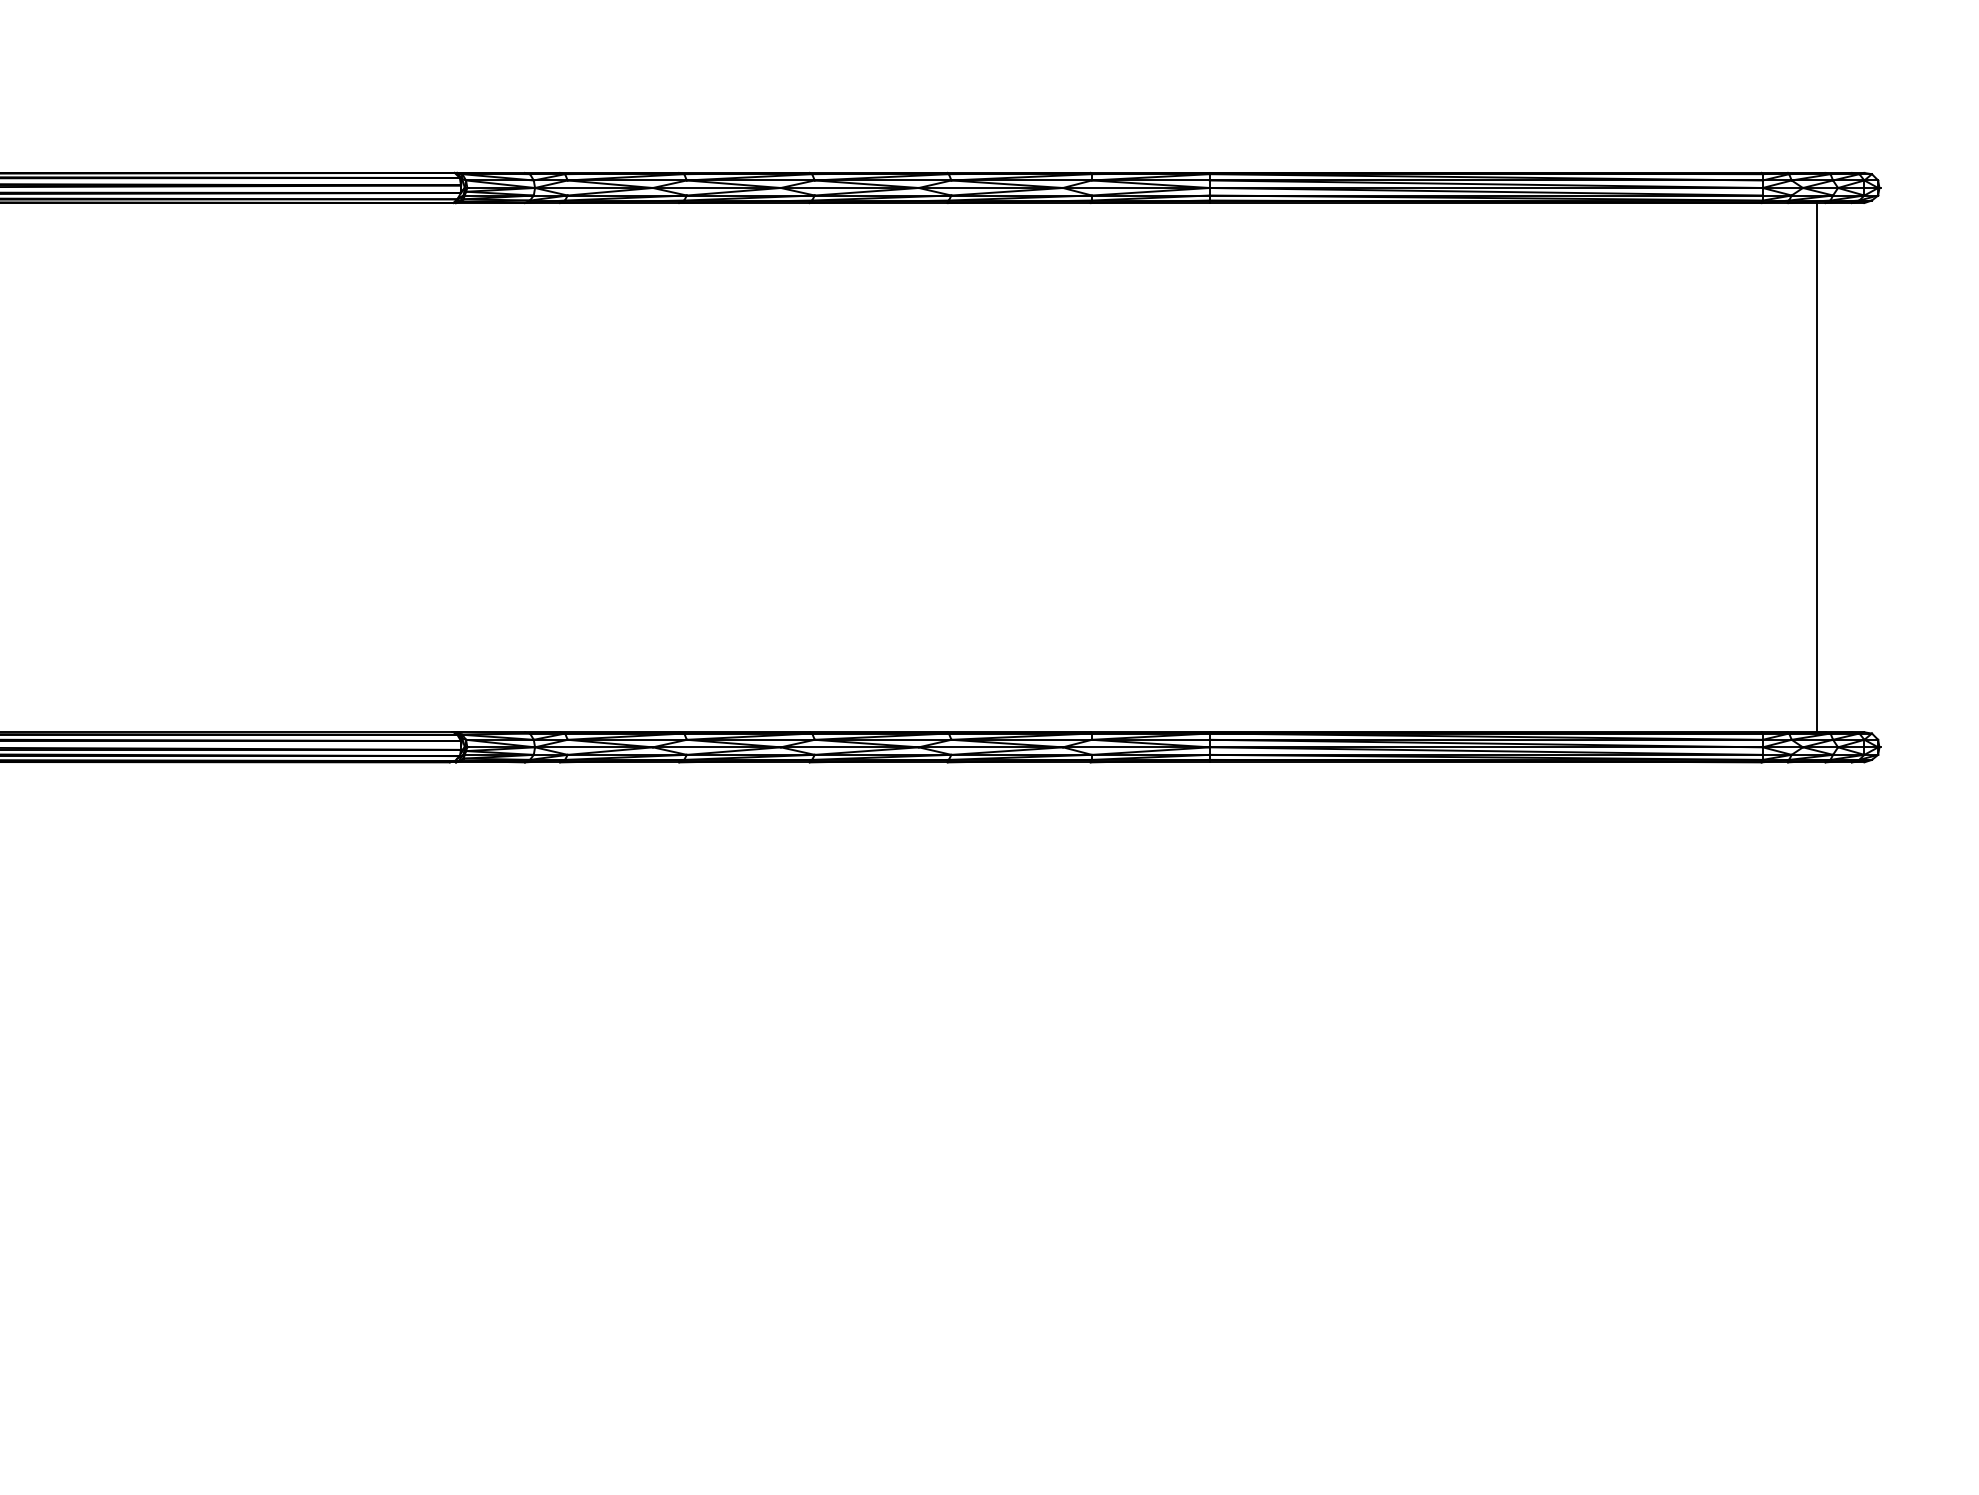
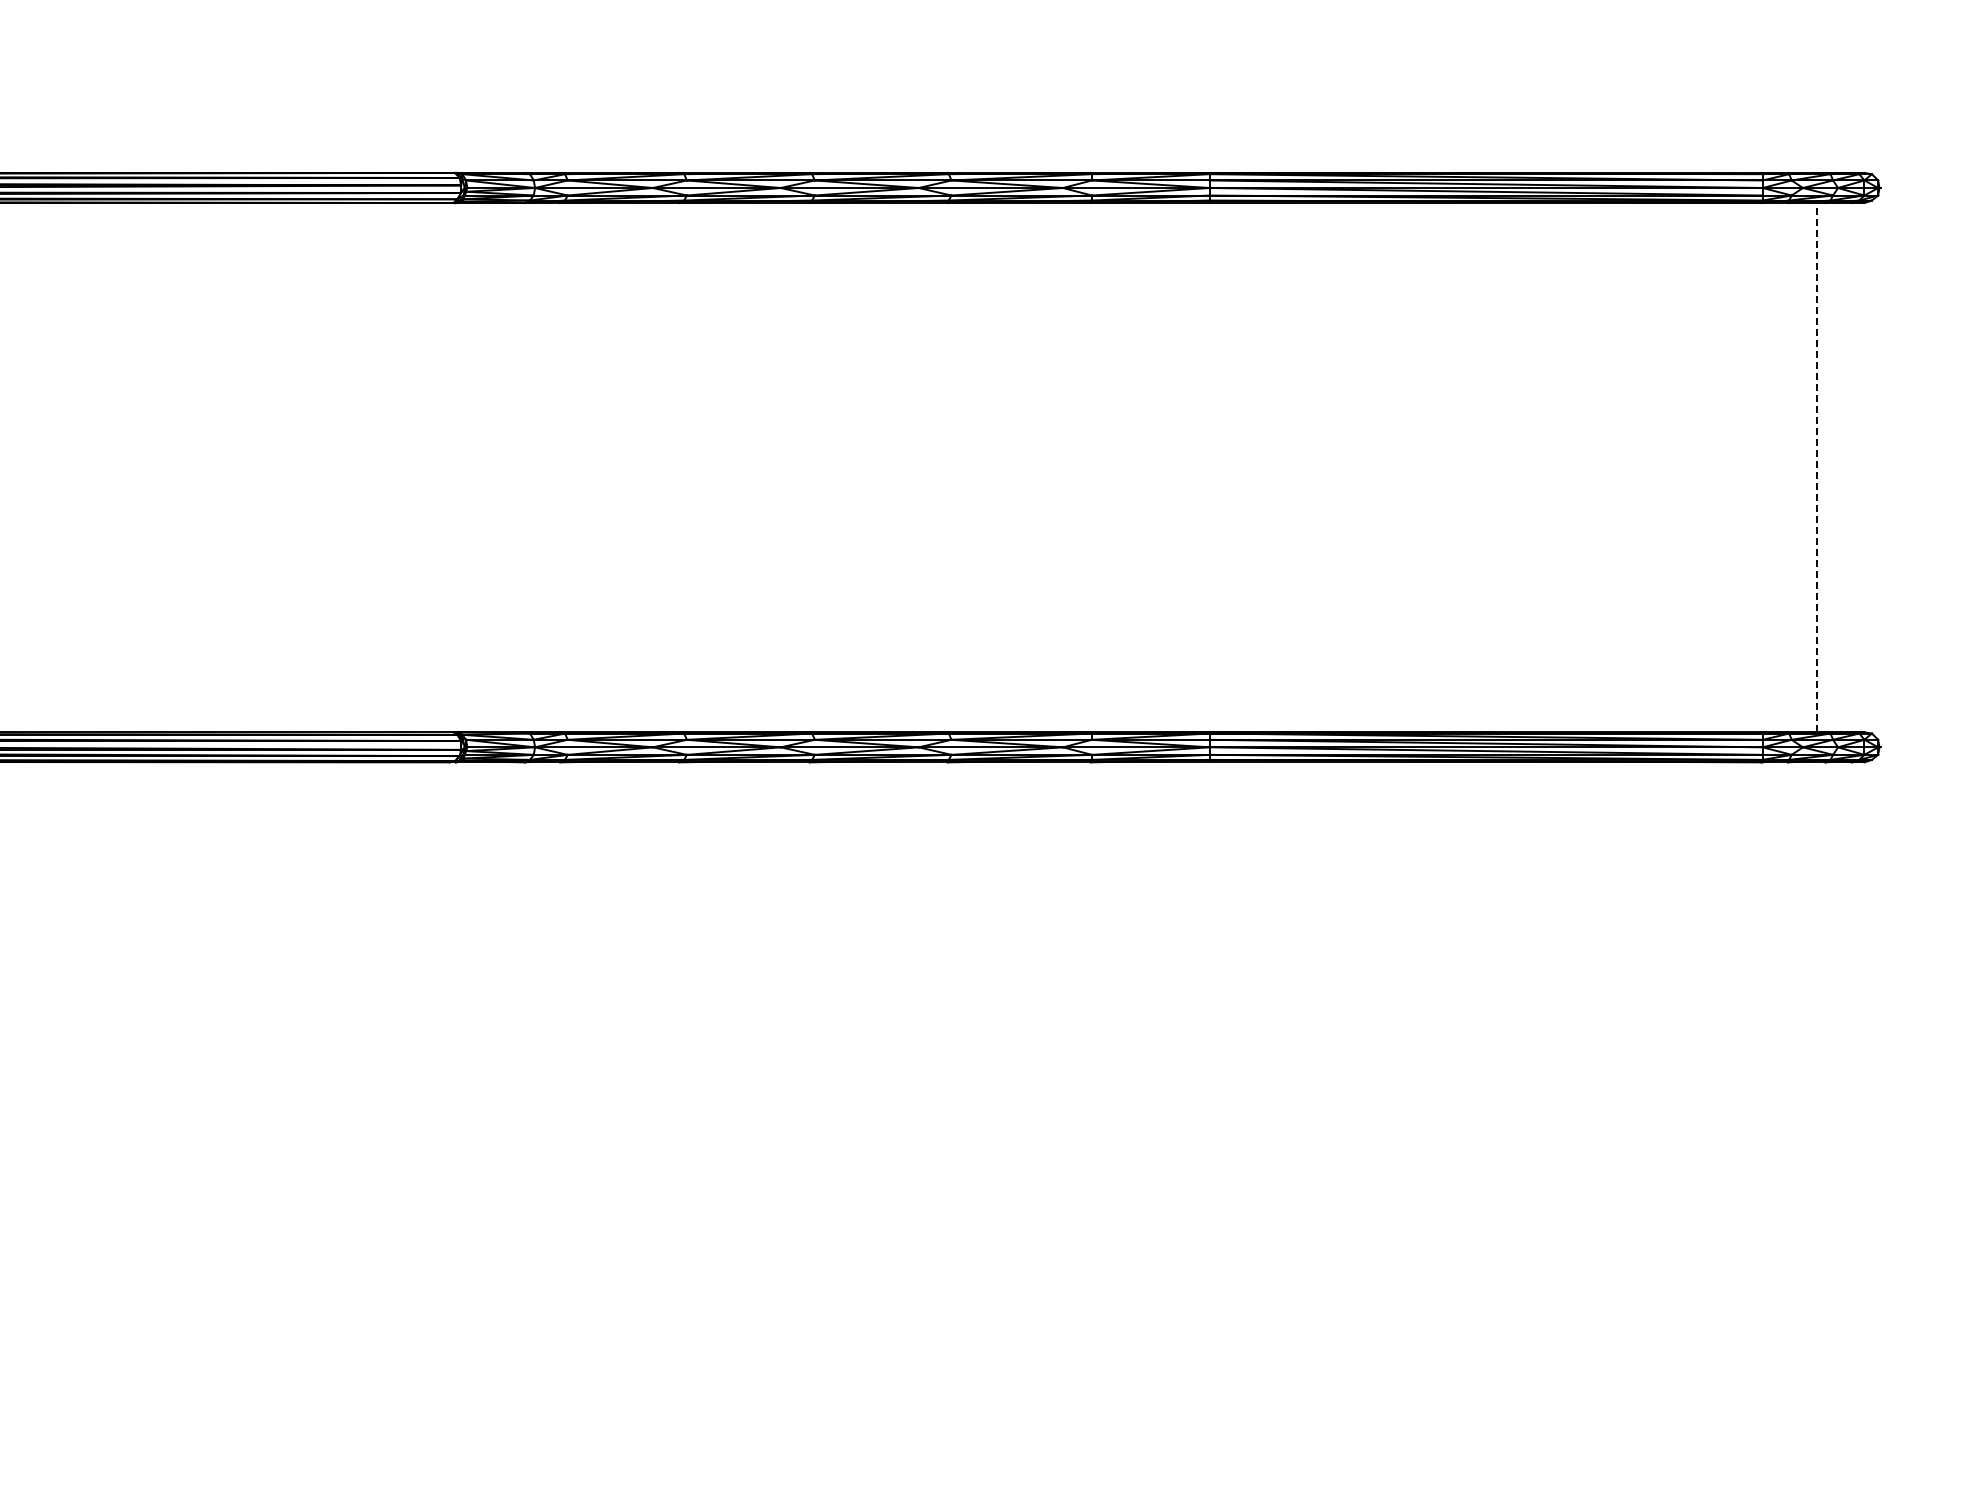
line at (1816, 467): solid -> dashed
